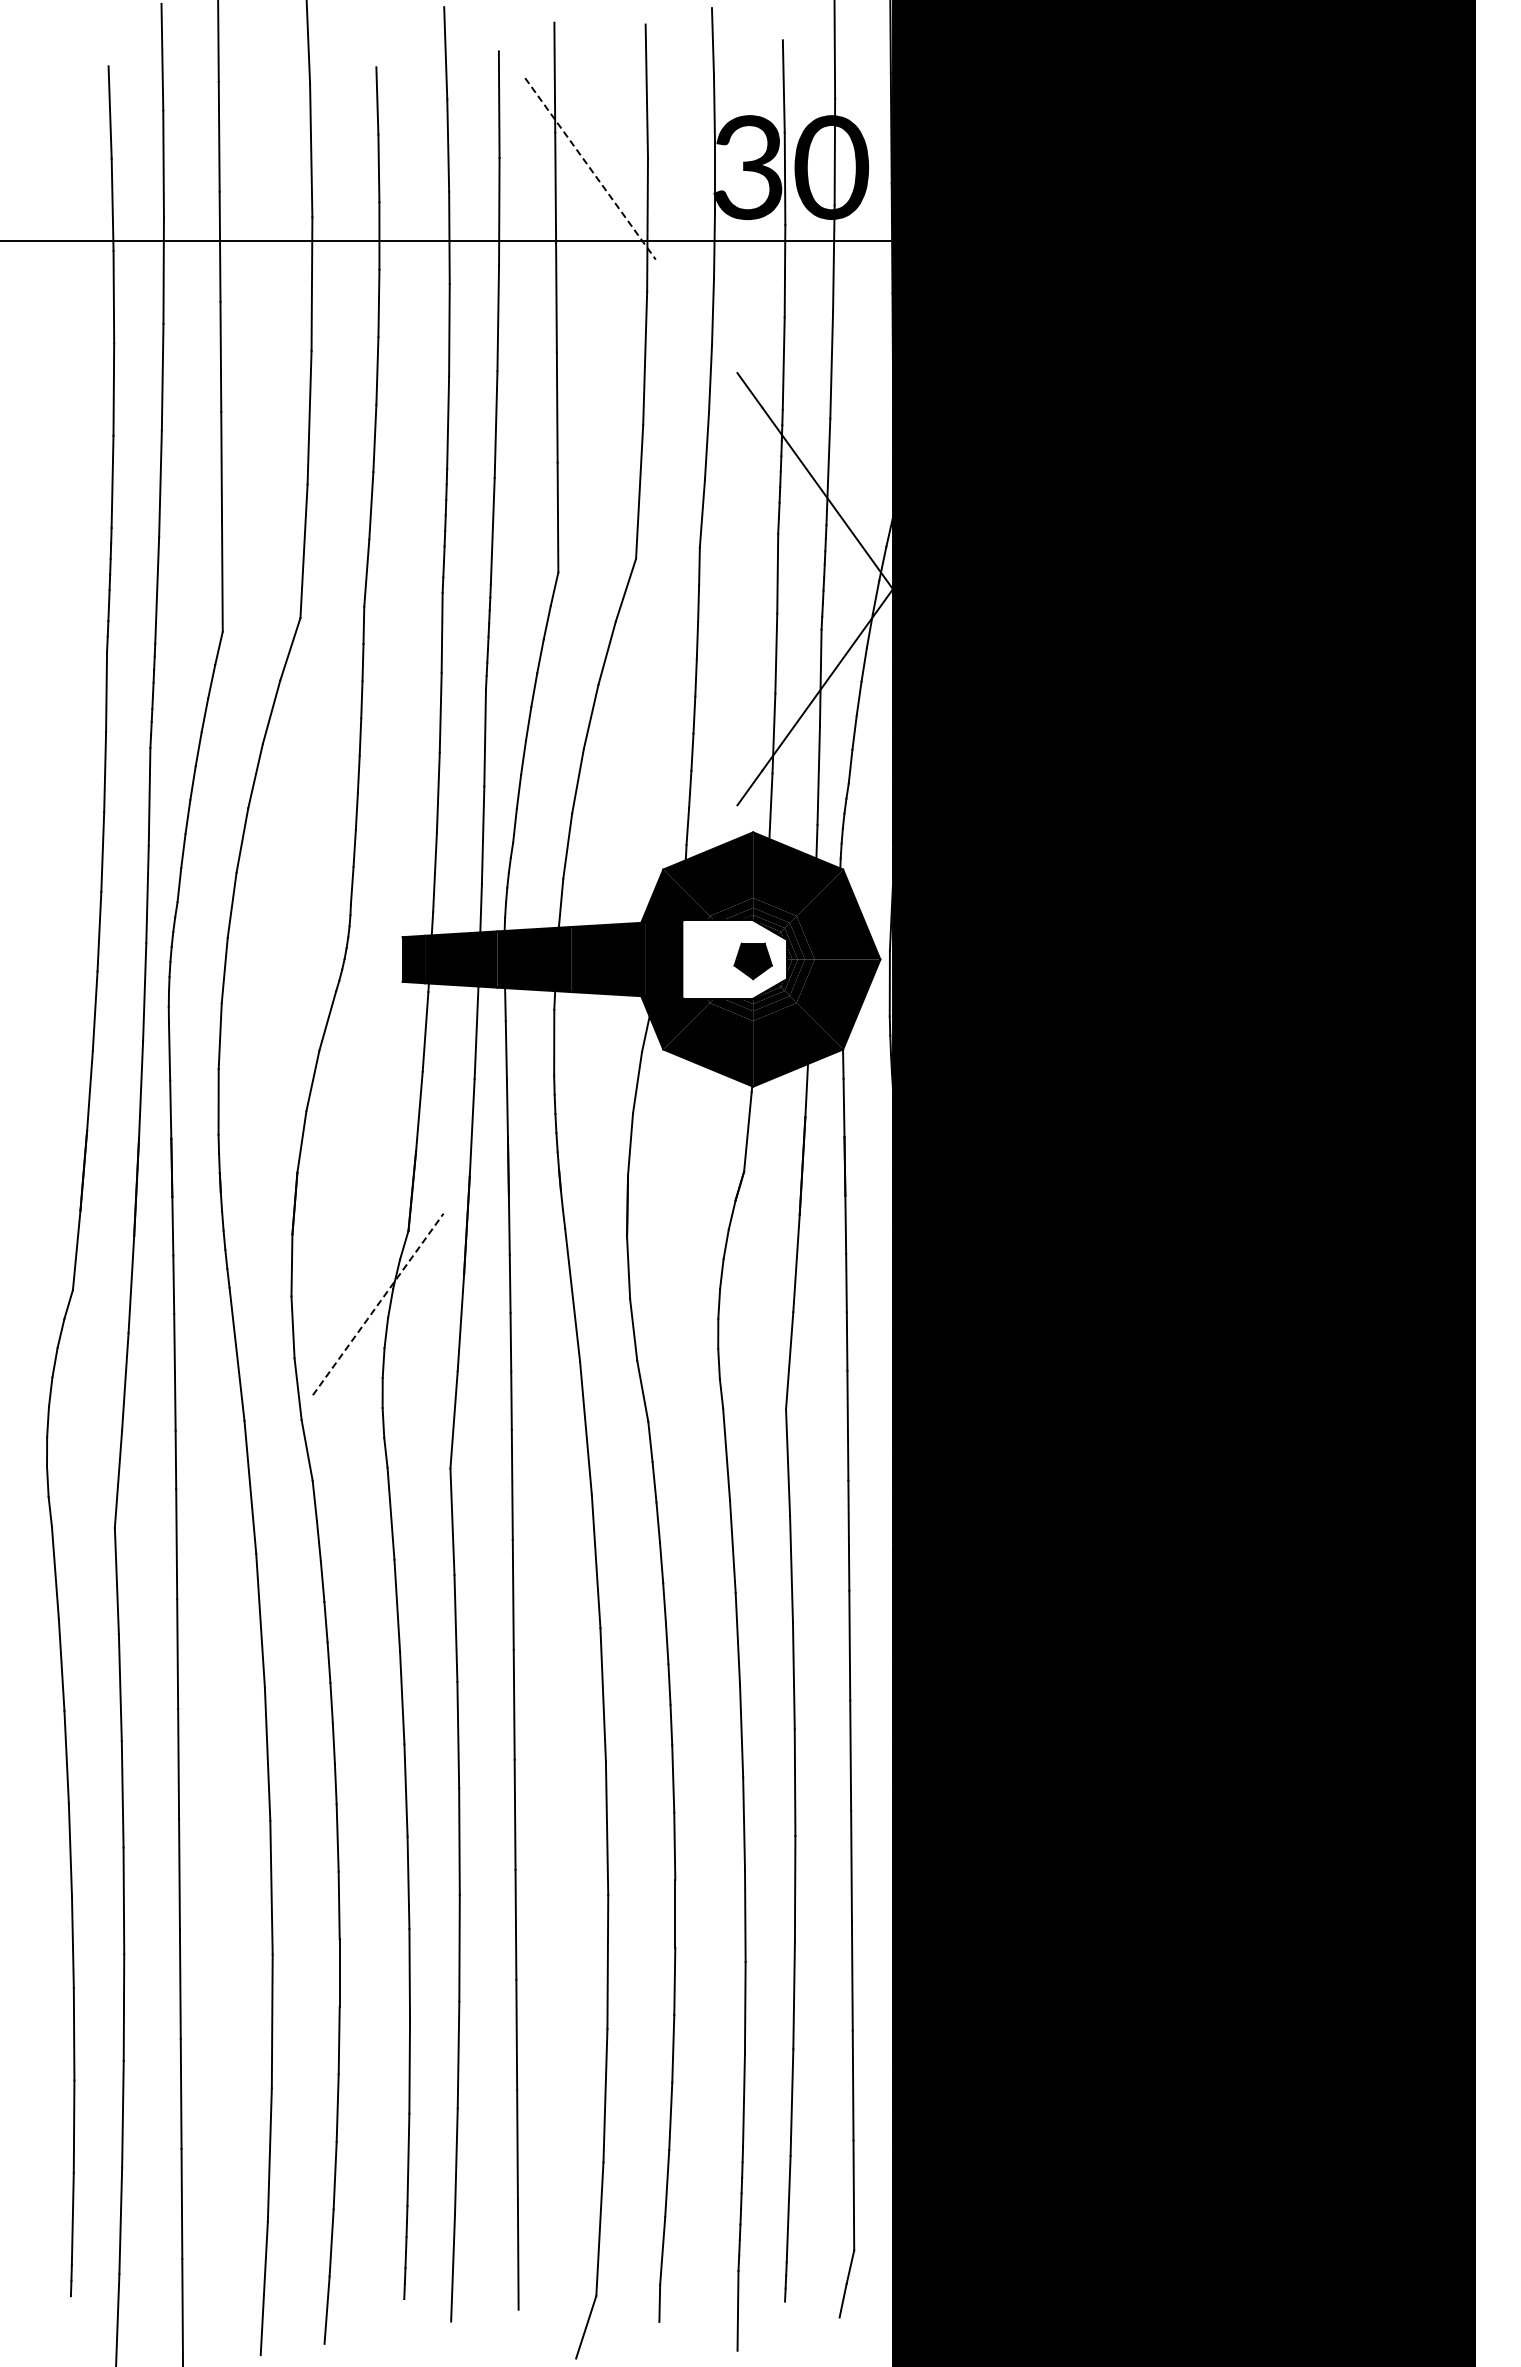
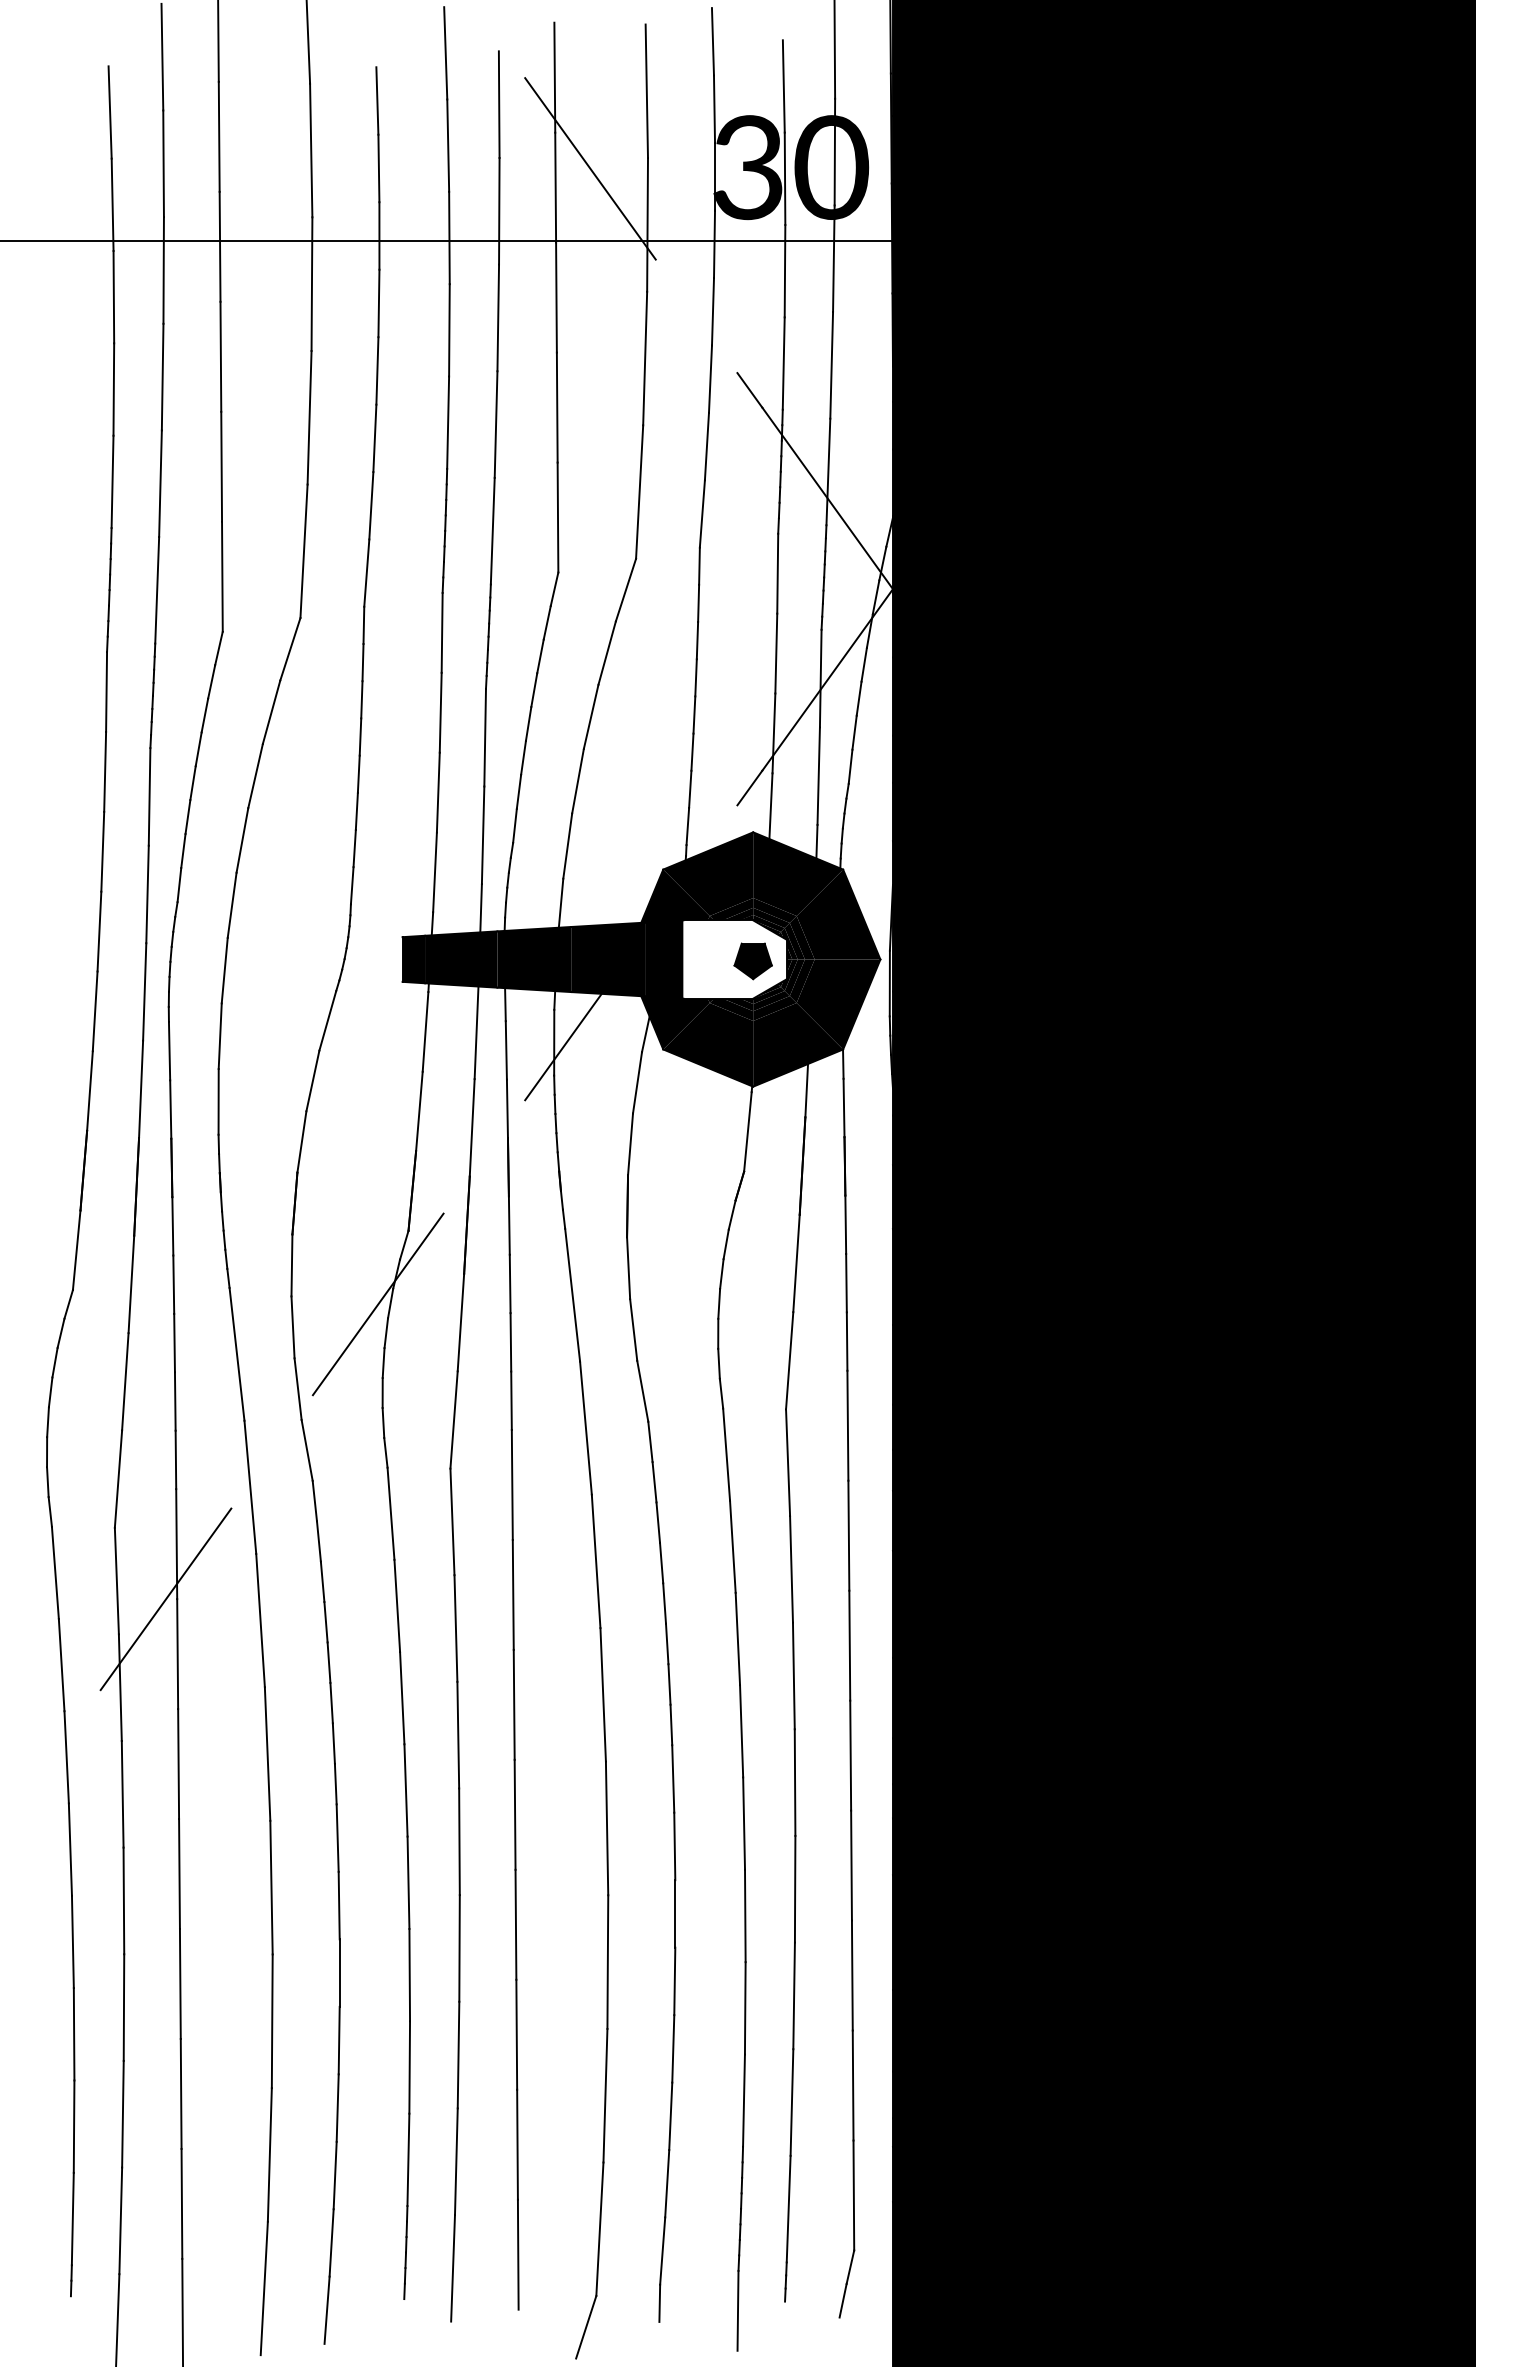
line at (590, 168): dashed -> solid
line at (563, 1046): none -> present
line at (378, 1304): dashed -> solid
line at (165, 1599): none -> present
